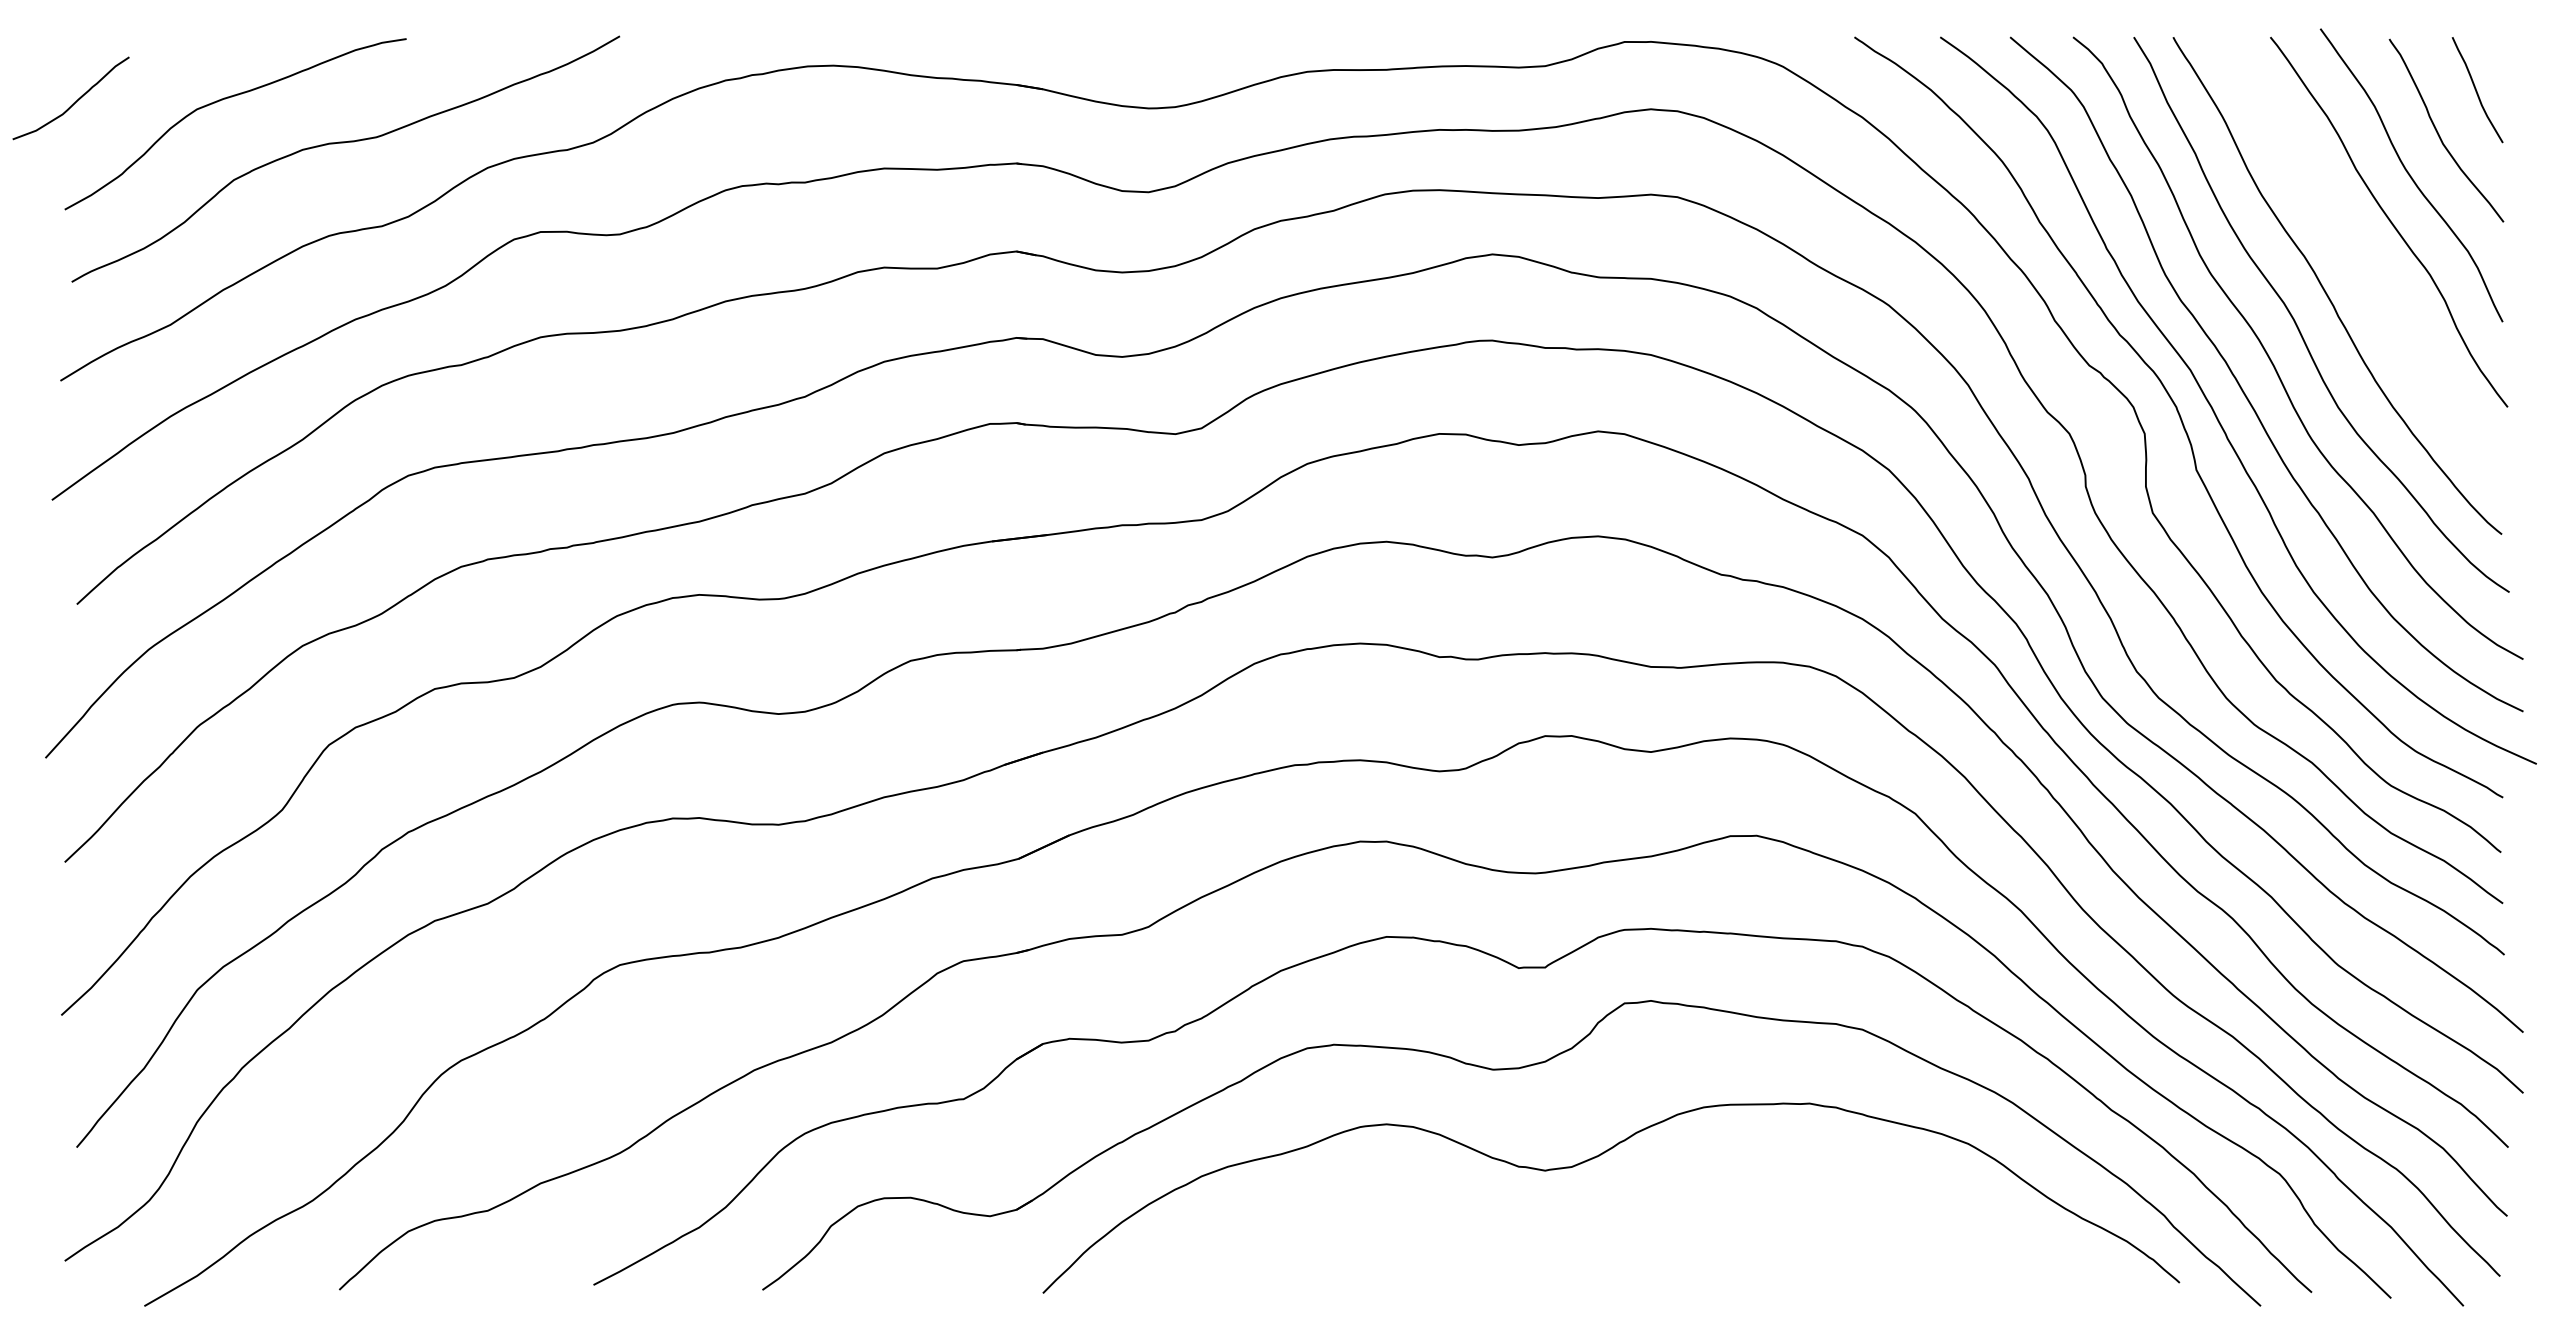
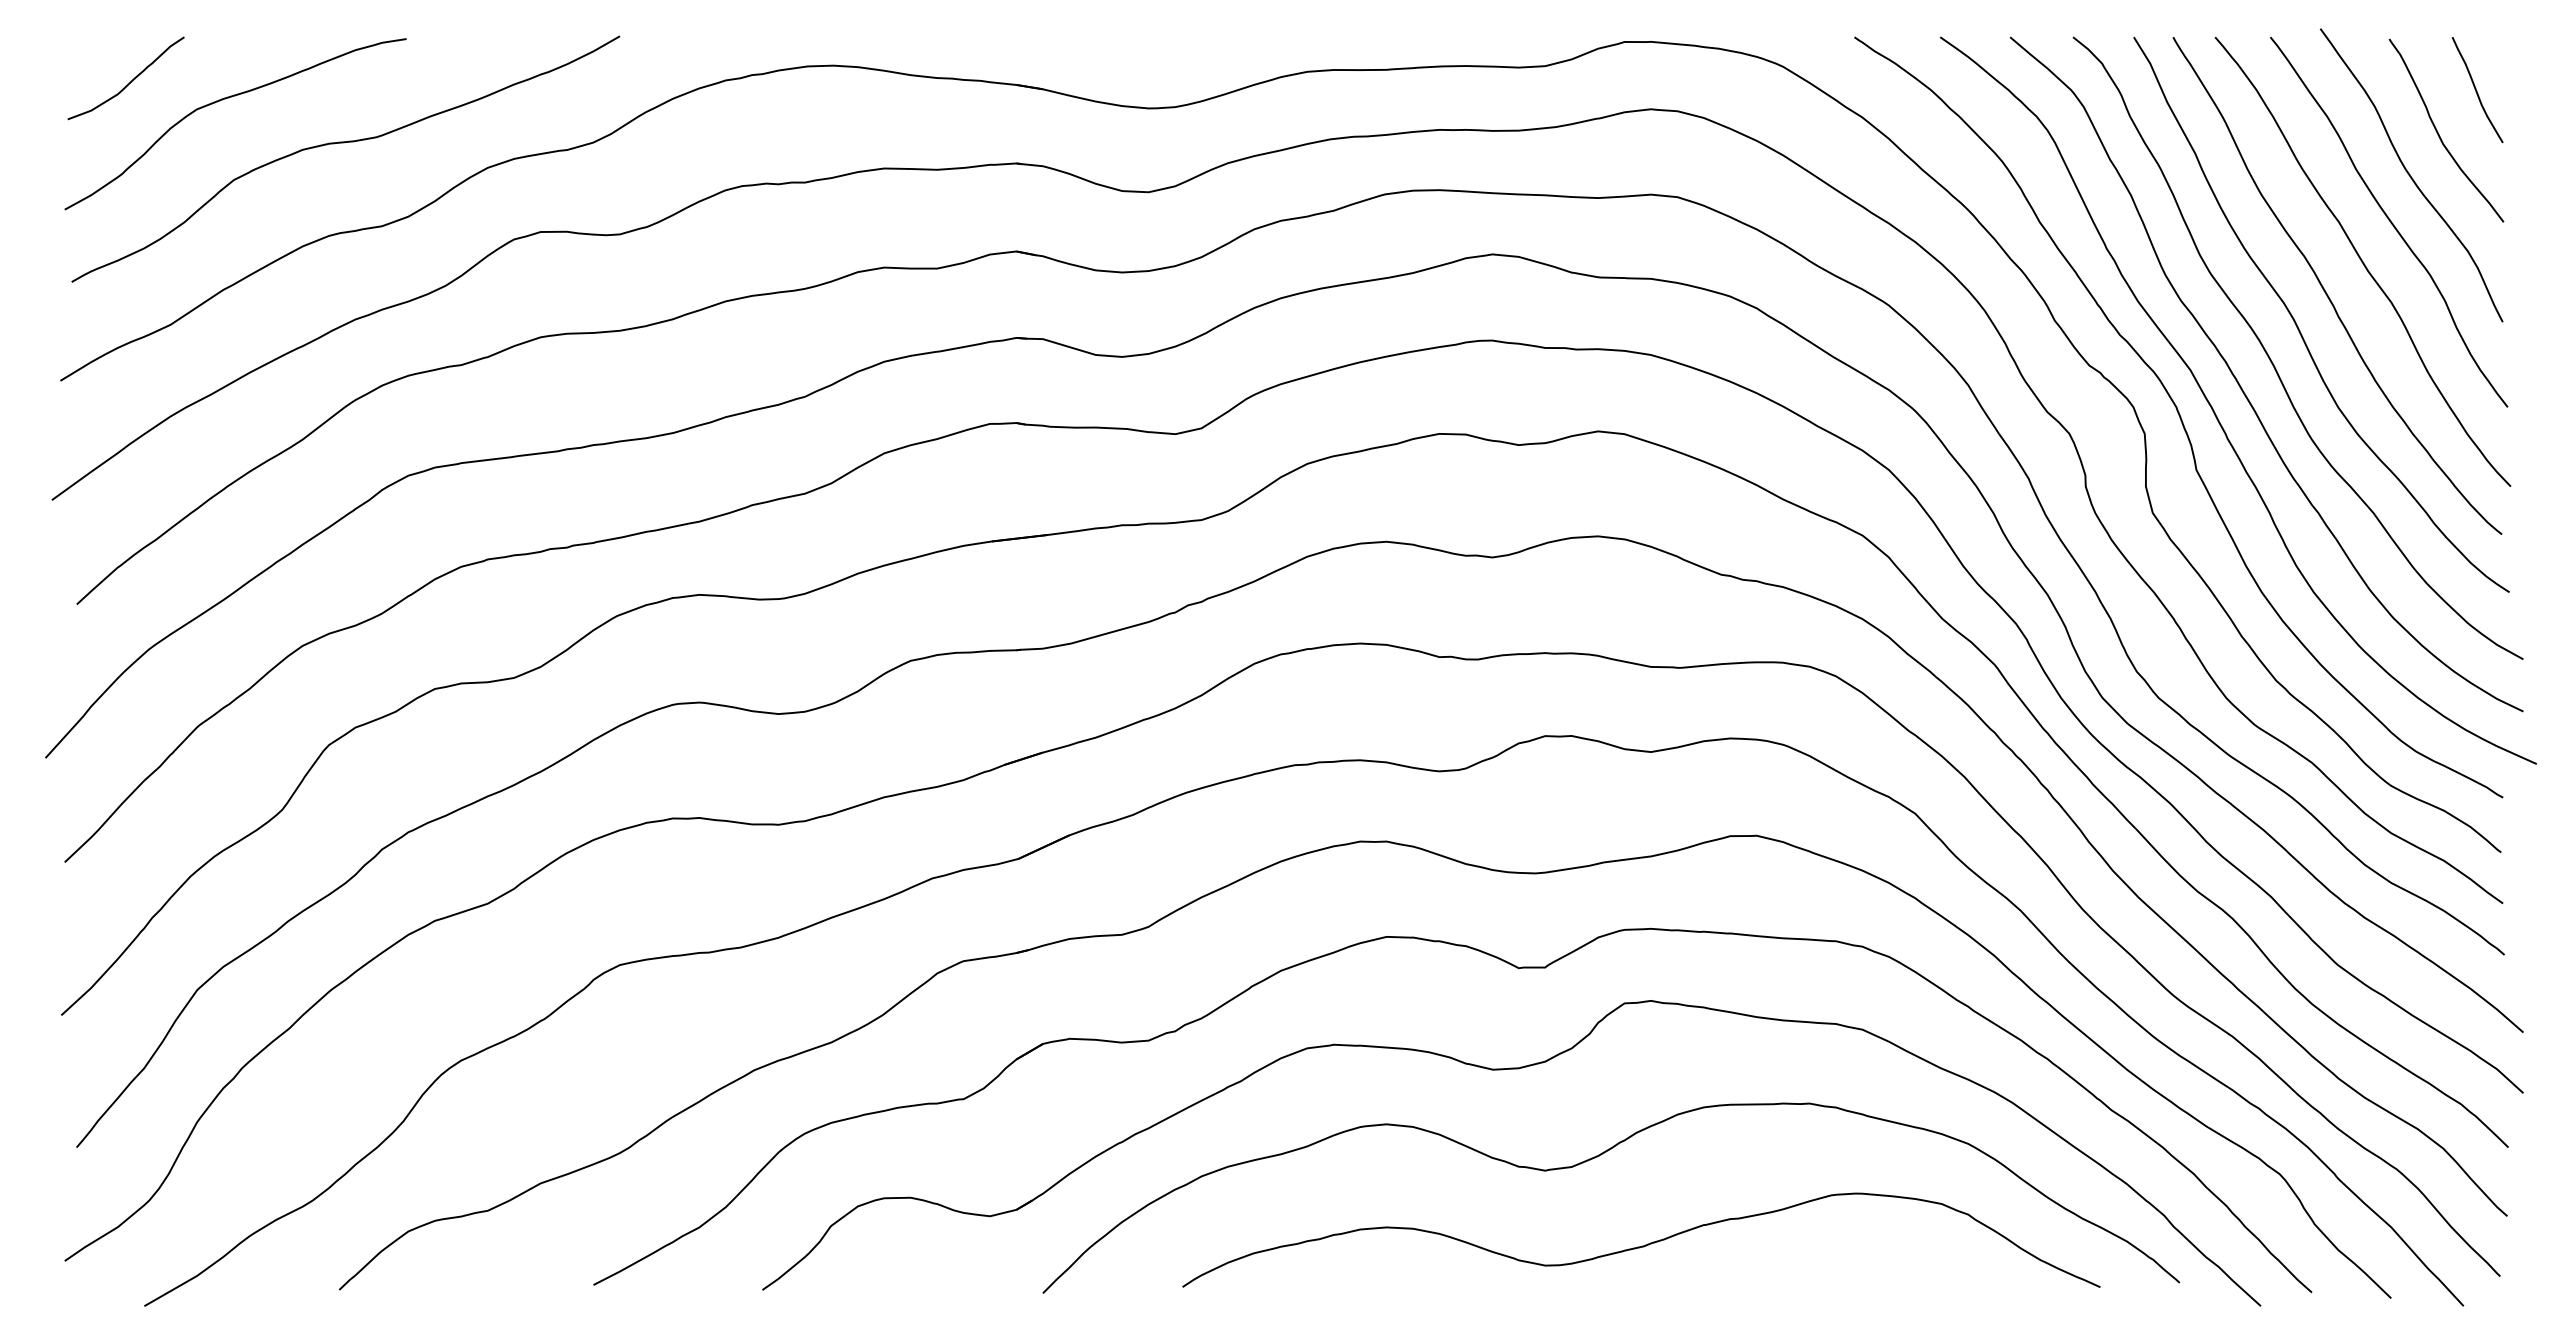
curve at (74, 102) position: (74, 102) -> (129, 82)
curve at (2362, 261): none -> present
curve at (1642, 1245): none -> present
